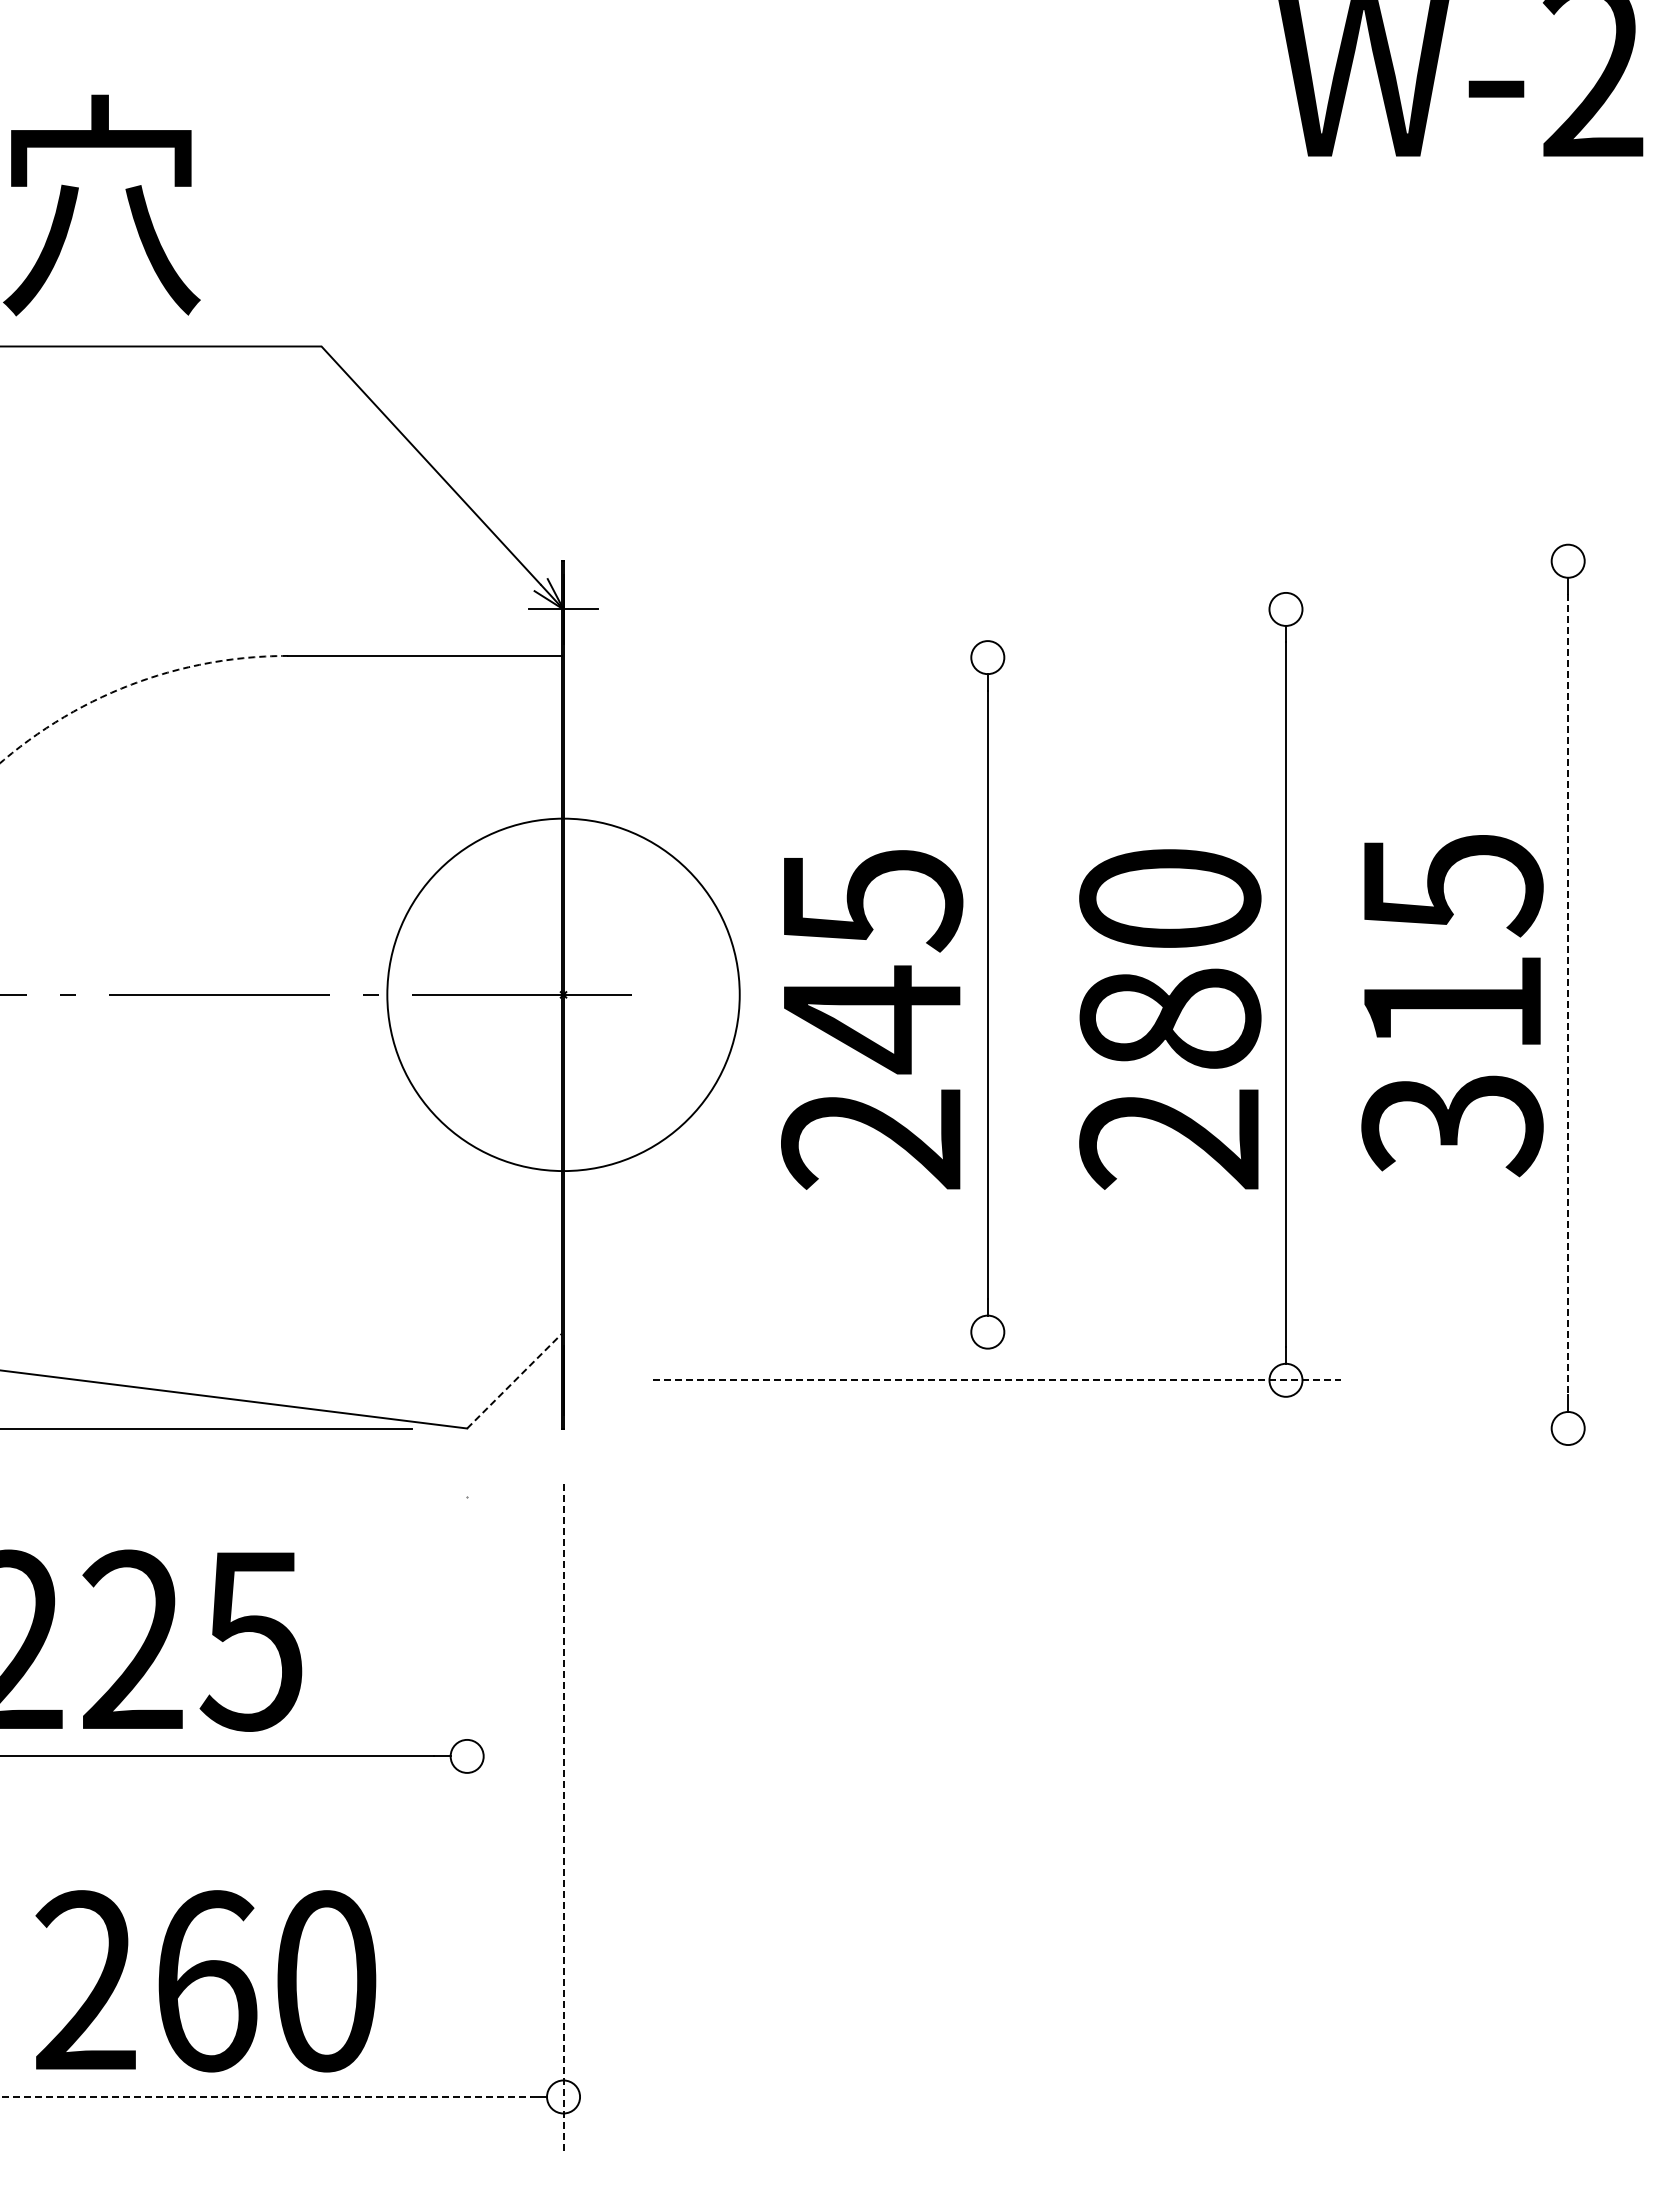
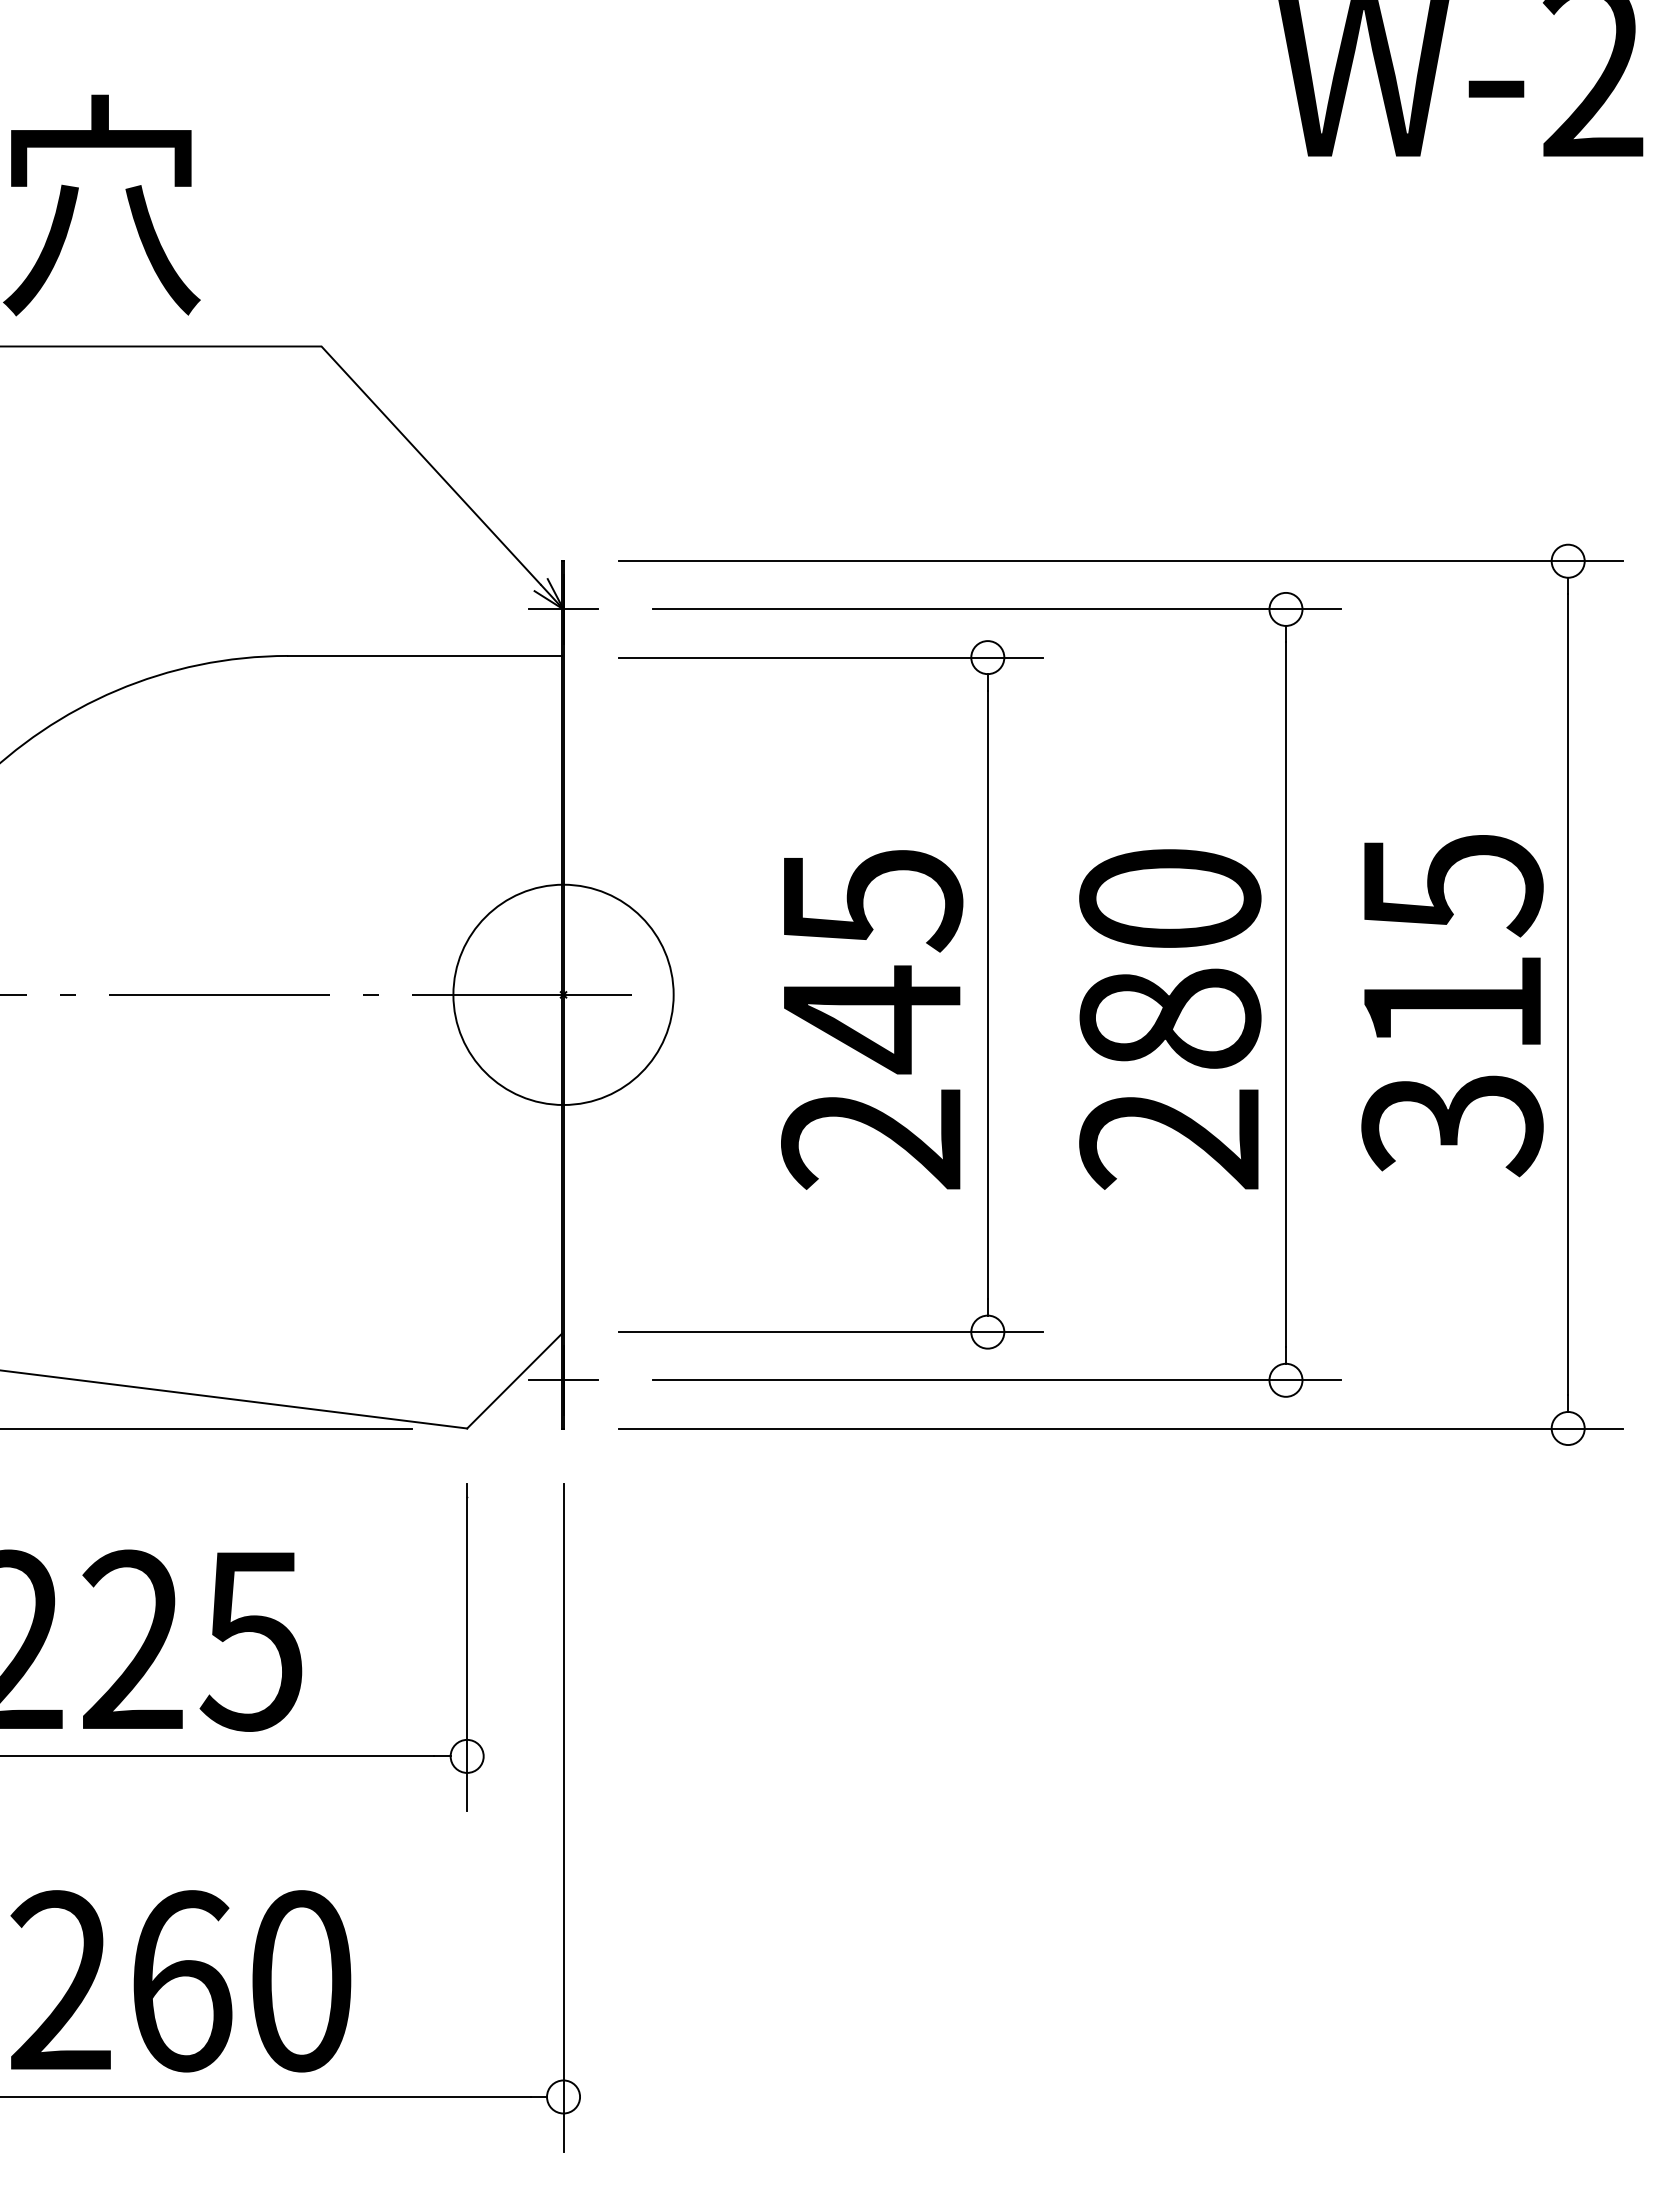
line at (1120, 561): none -> present
line at (997, 609): none -> present
line at (830, 657): none -> present
arc at (133, 684): dashed -> solid
circle at (563, 994) diameter: 352 px -> 220 px
line at (1568, 994): dashed -> solid
line at (830, 1332): none -> present
line at (563, 1380): none -> present
line at (997, 1380): dashed -> solid
line at (514, 1381): dashed -> solid
line at (1120, 1428): none -> present
line at (467, 1647): none -> present
line at (563, 1818): dashed -> solid
text at (205, 1981) position: (205, 1981) -> (180, 1981)
line at (265, 2096): dashed -> solid
